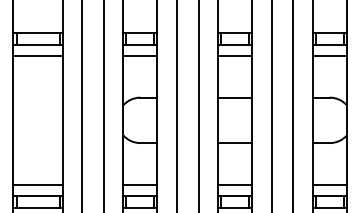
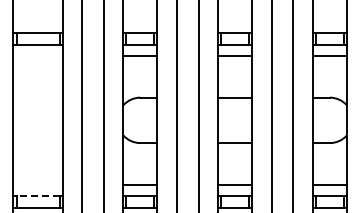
line at (37, 55): present -> none
line at (37, 184): present -> none
line at (38, 196): solid -> dashed
